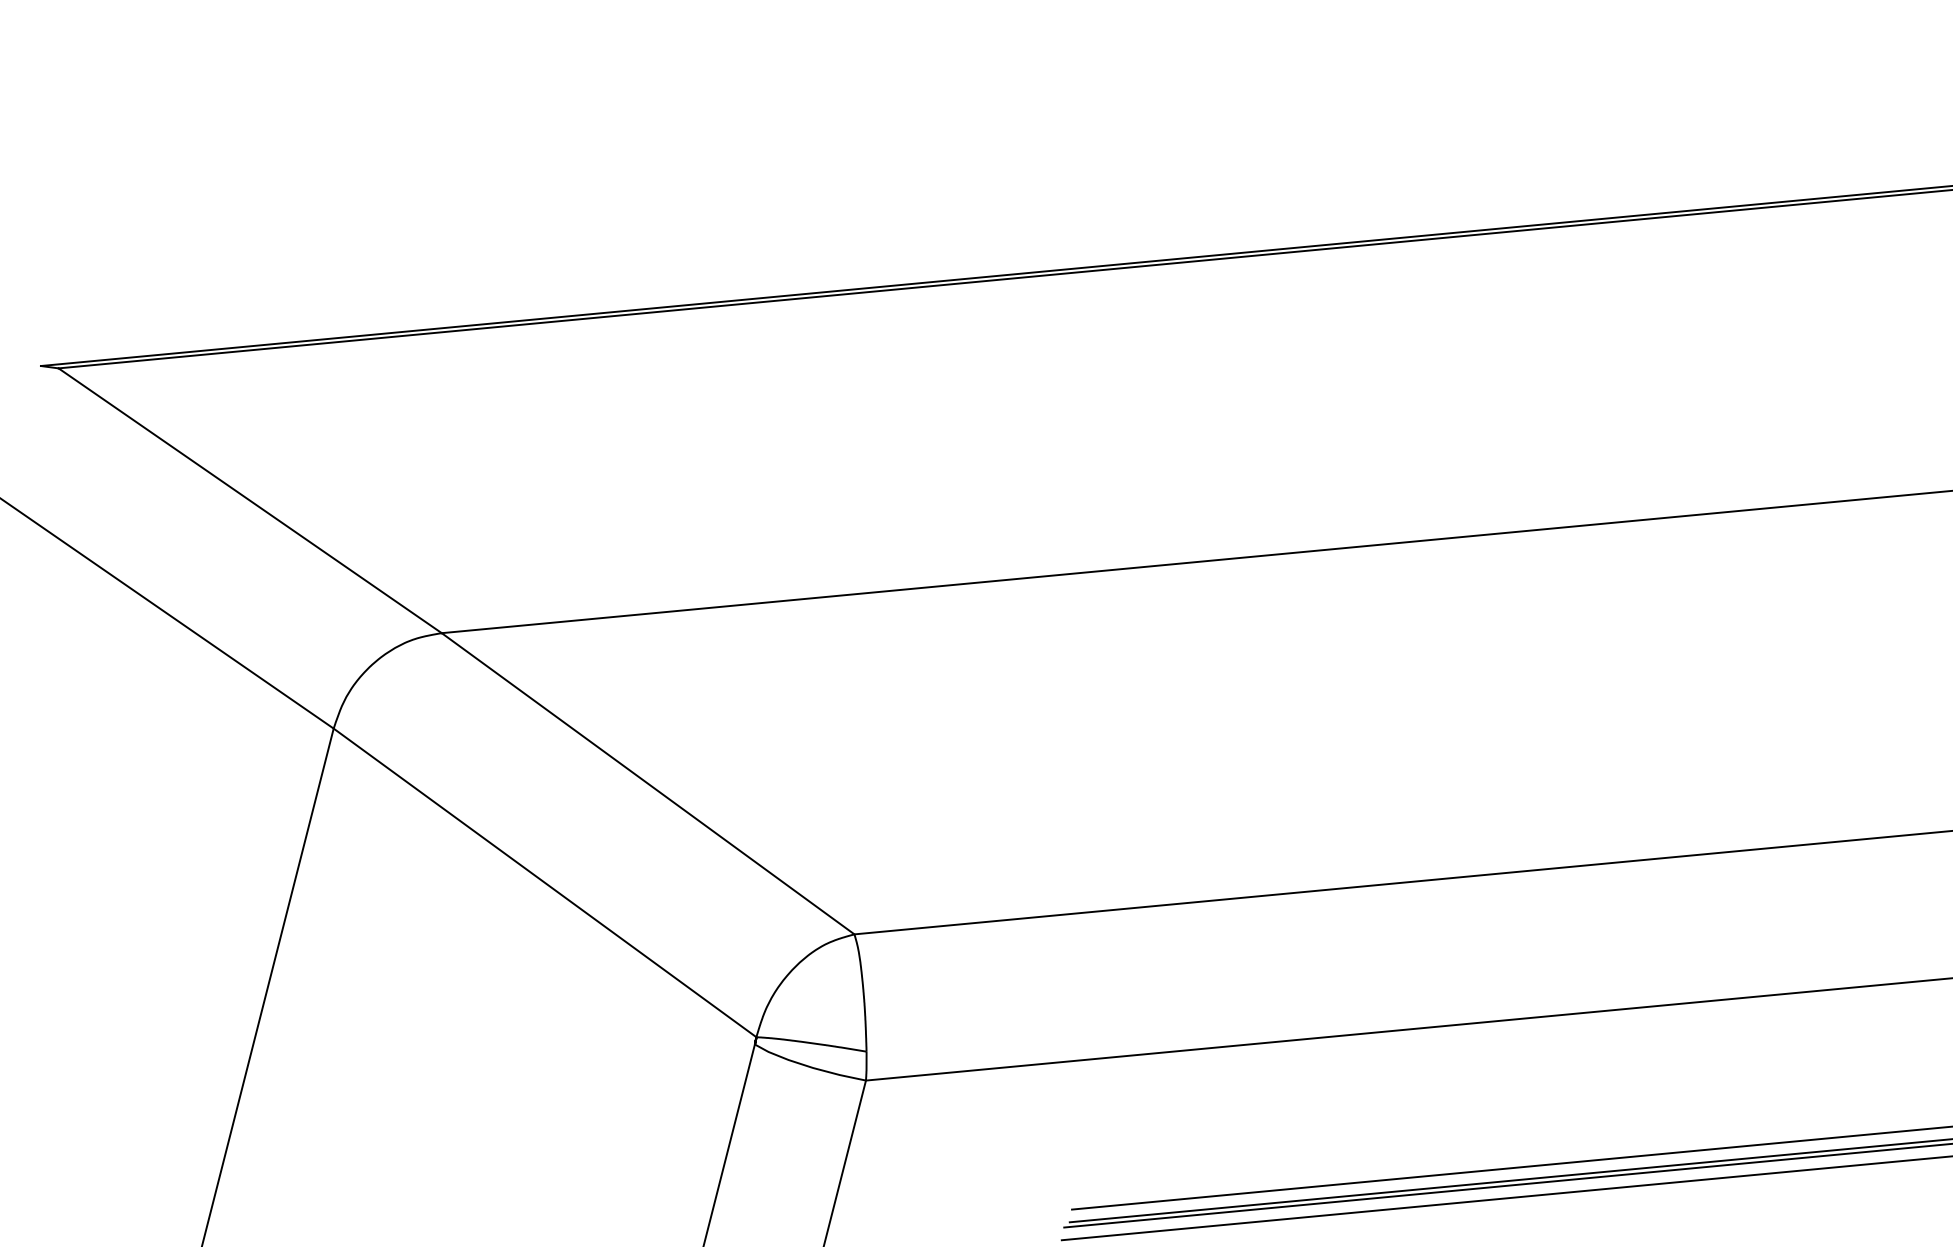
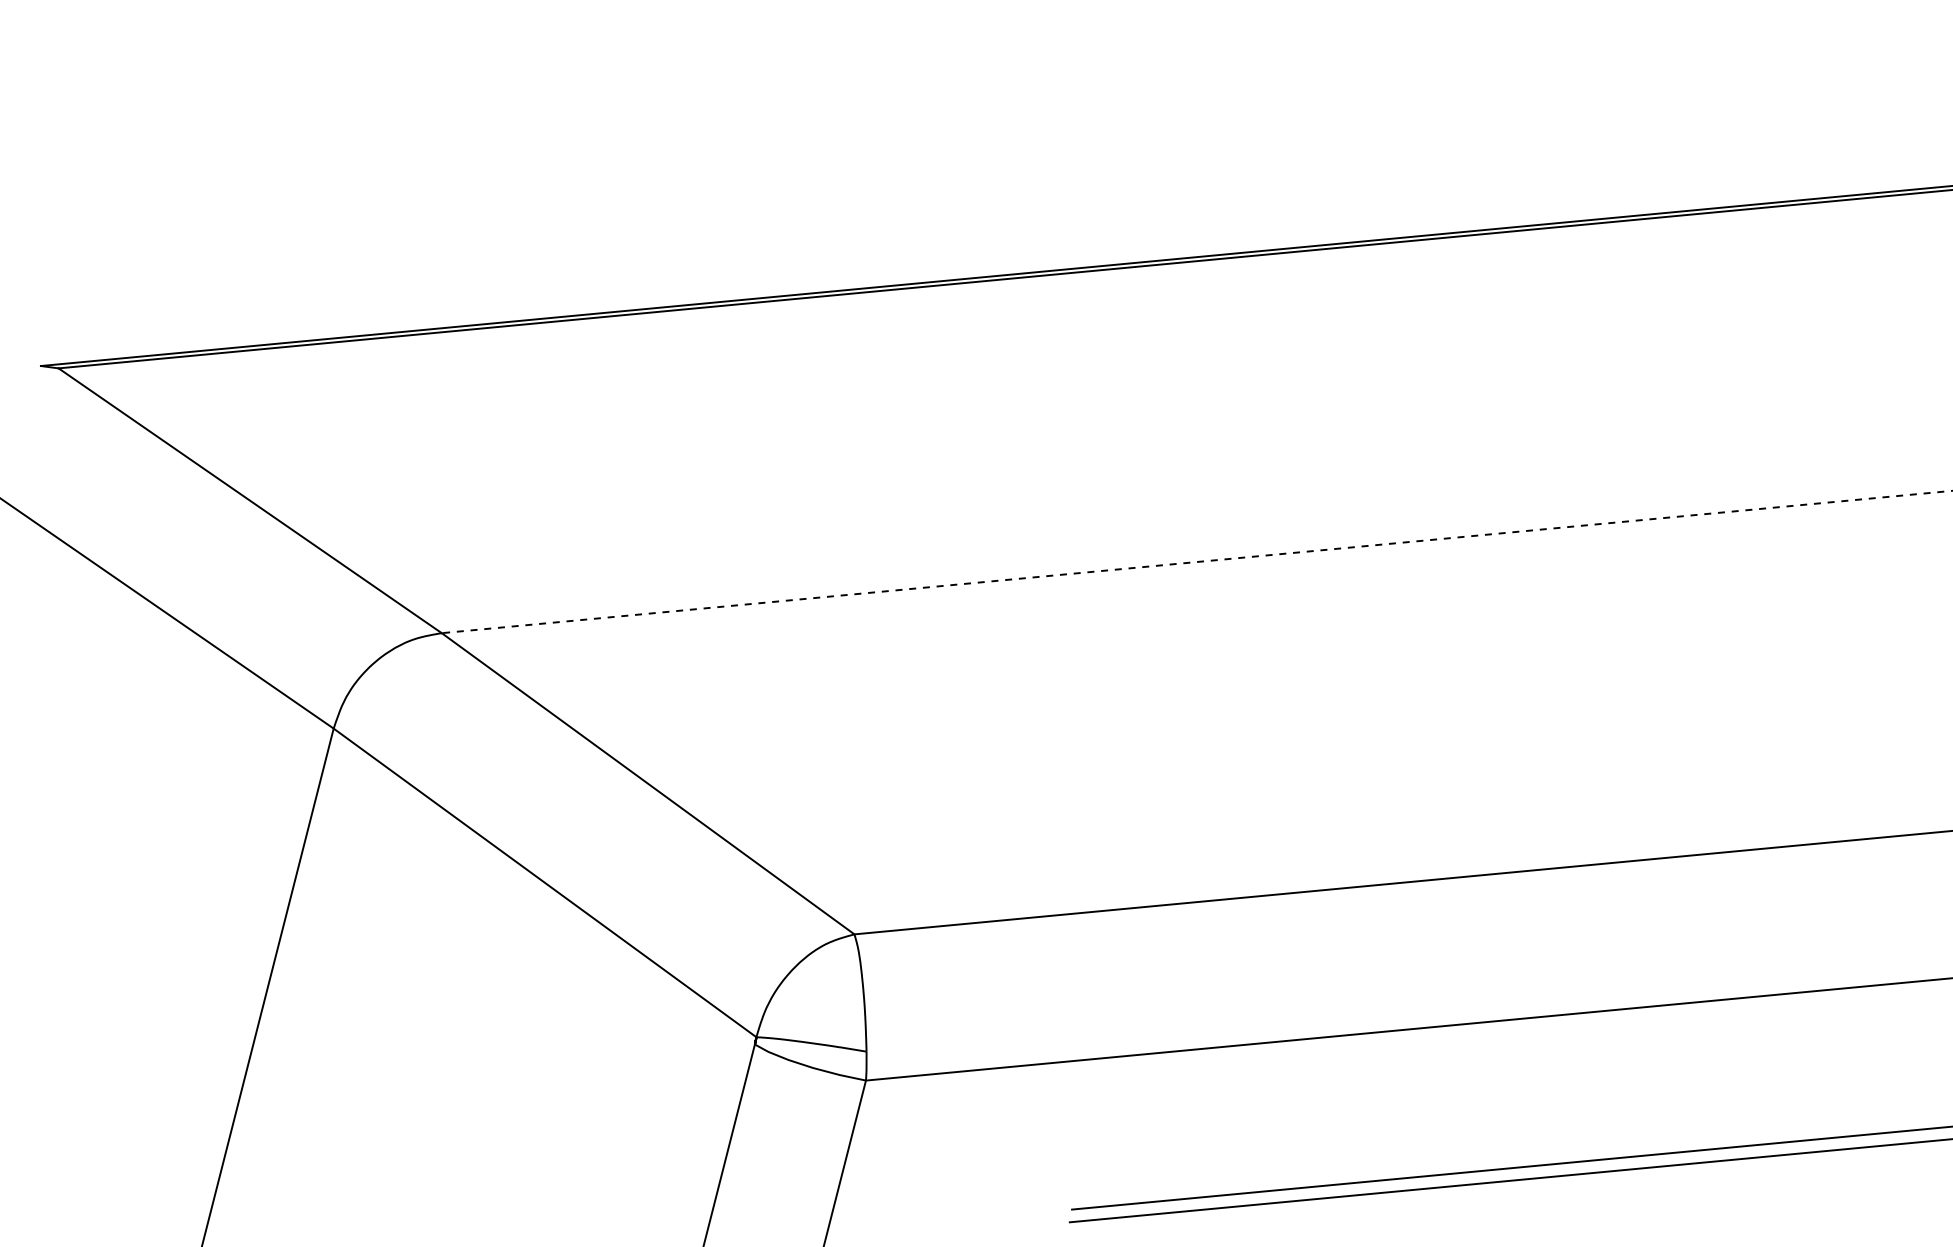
line at (1197, 561): solid -> dashed
line at (1506, 1185): present -> none
line at (1505, 1198): present -> none
